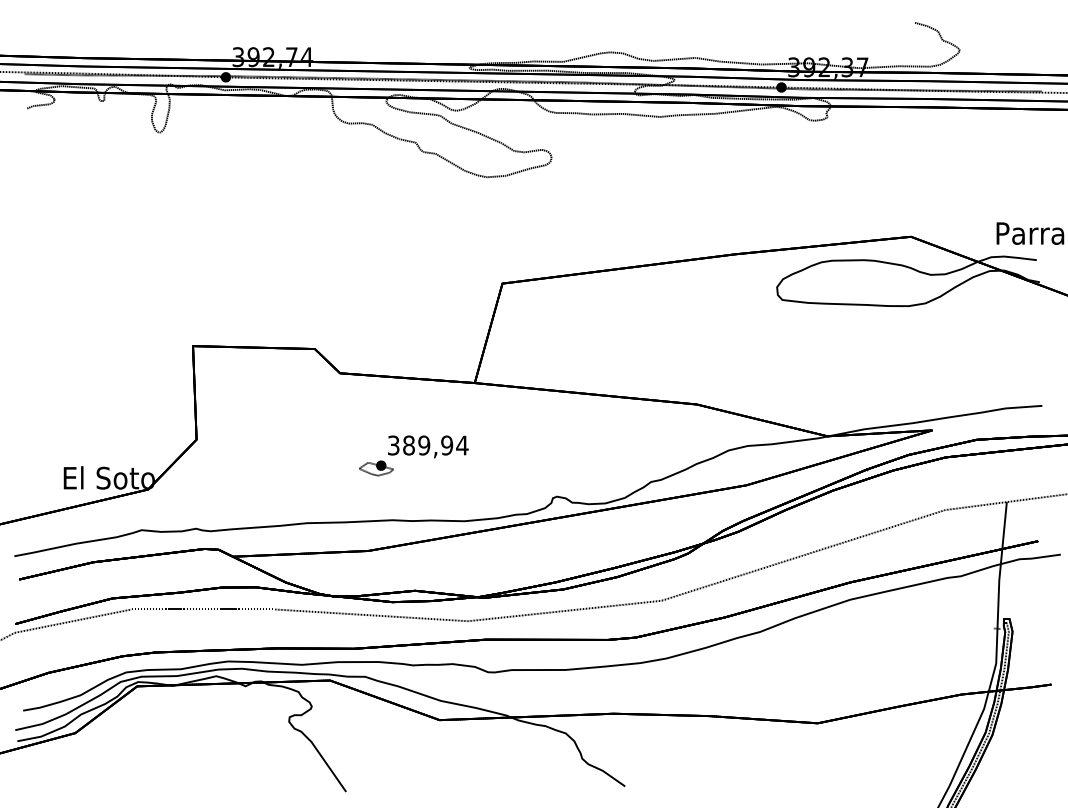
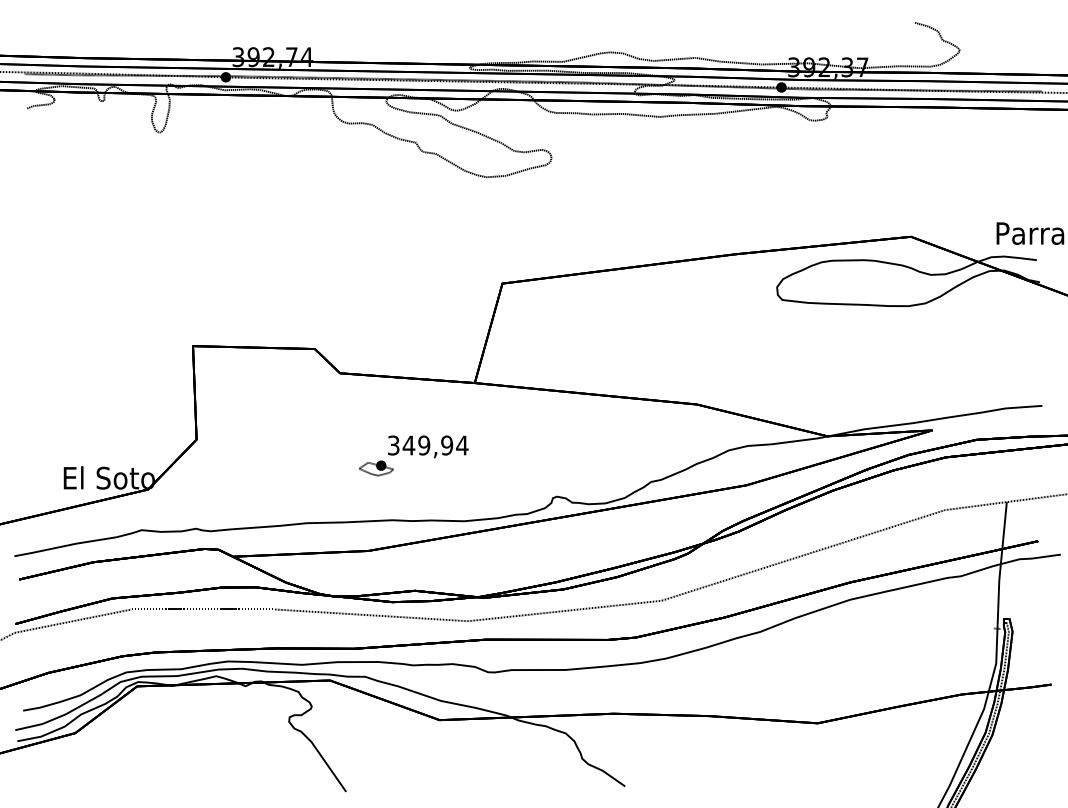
text at (408, 445): 389,94 -> 349,94
